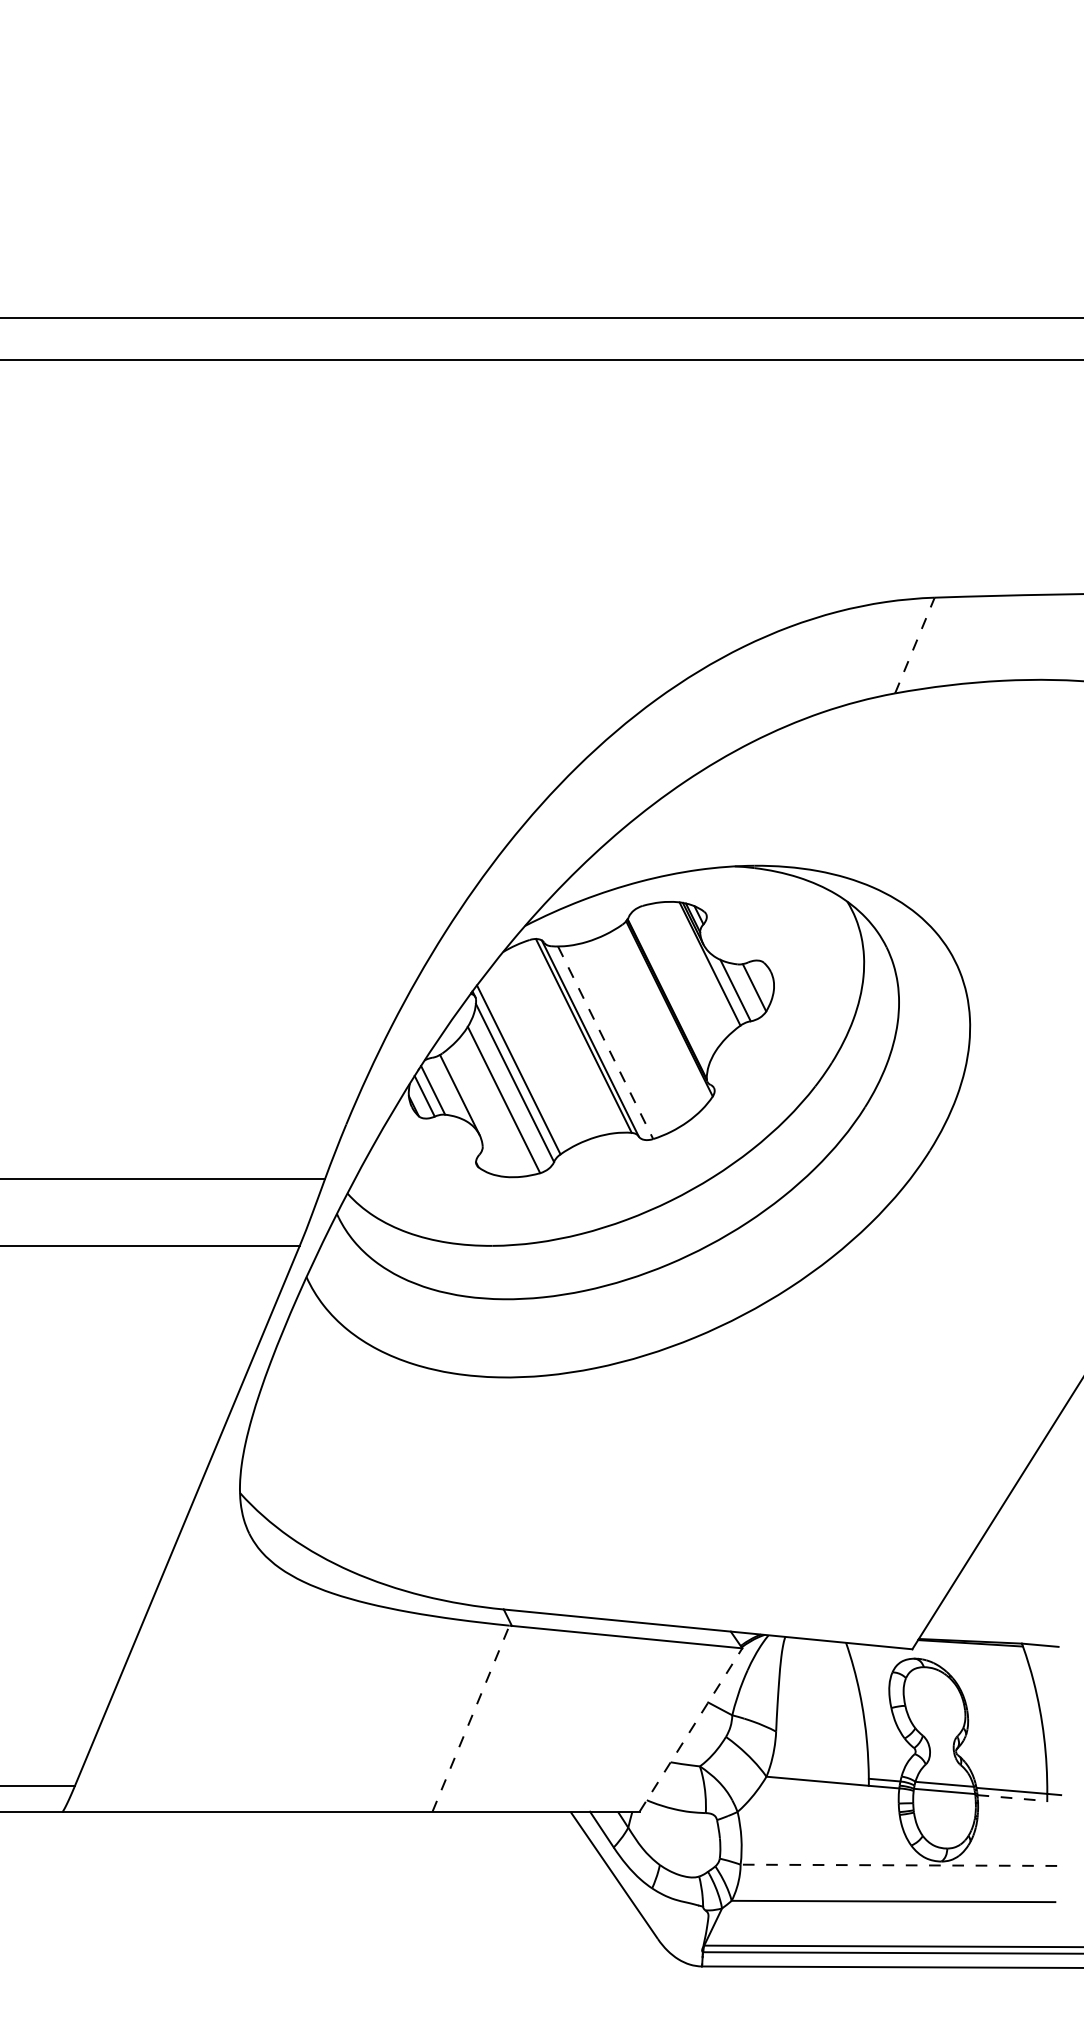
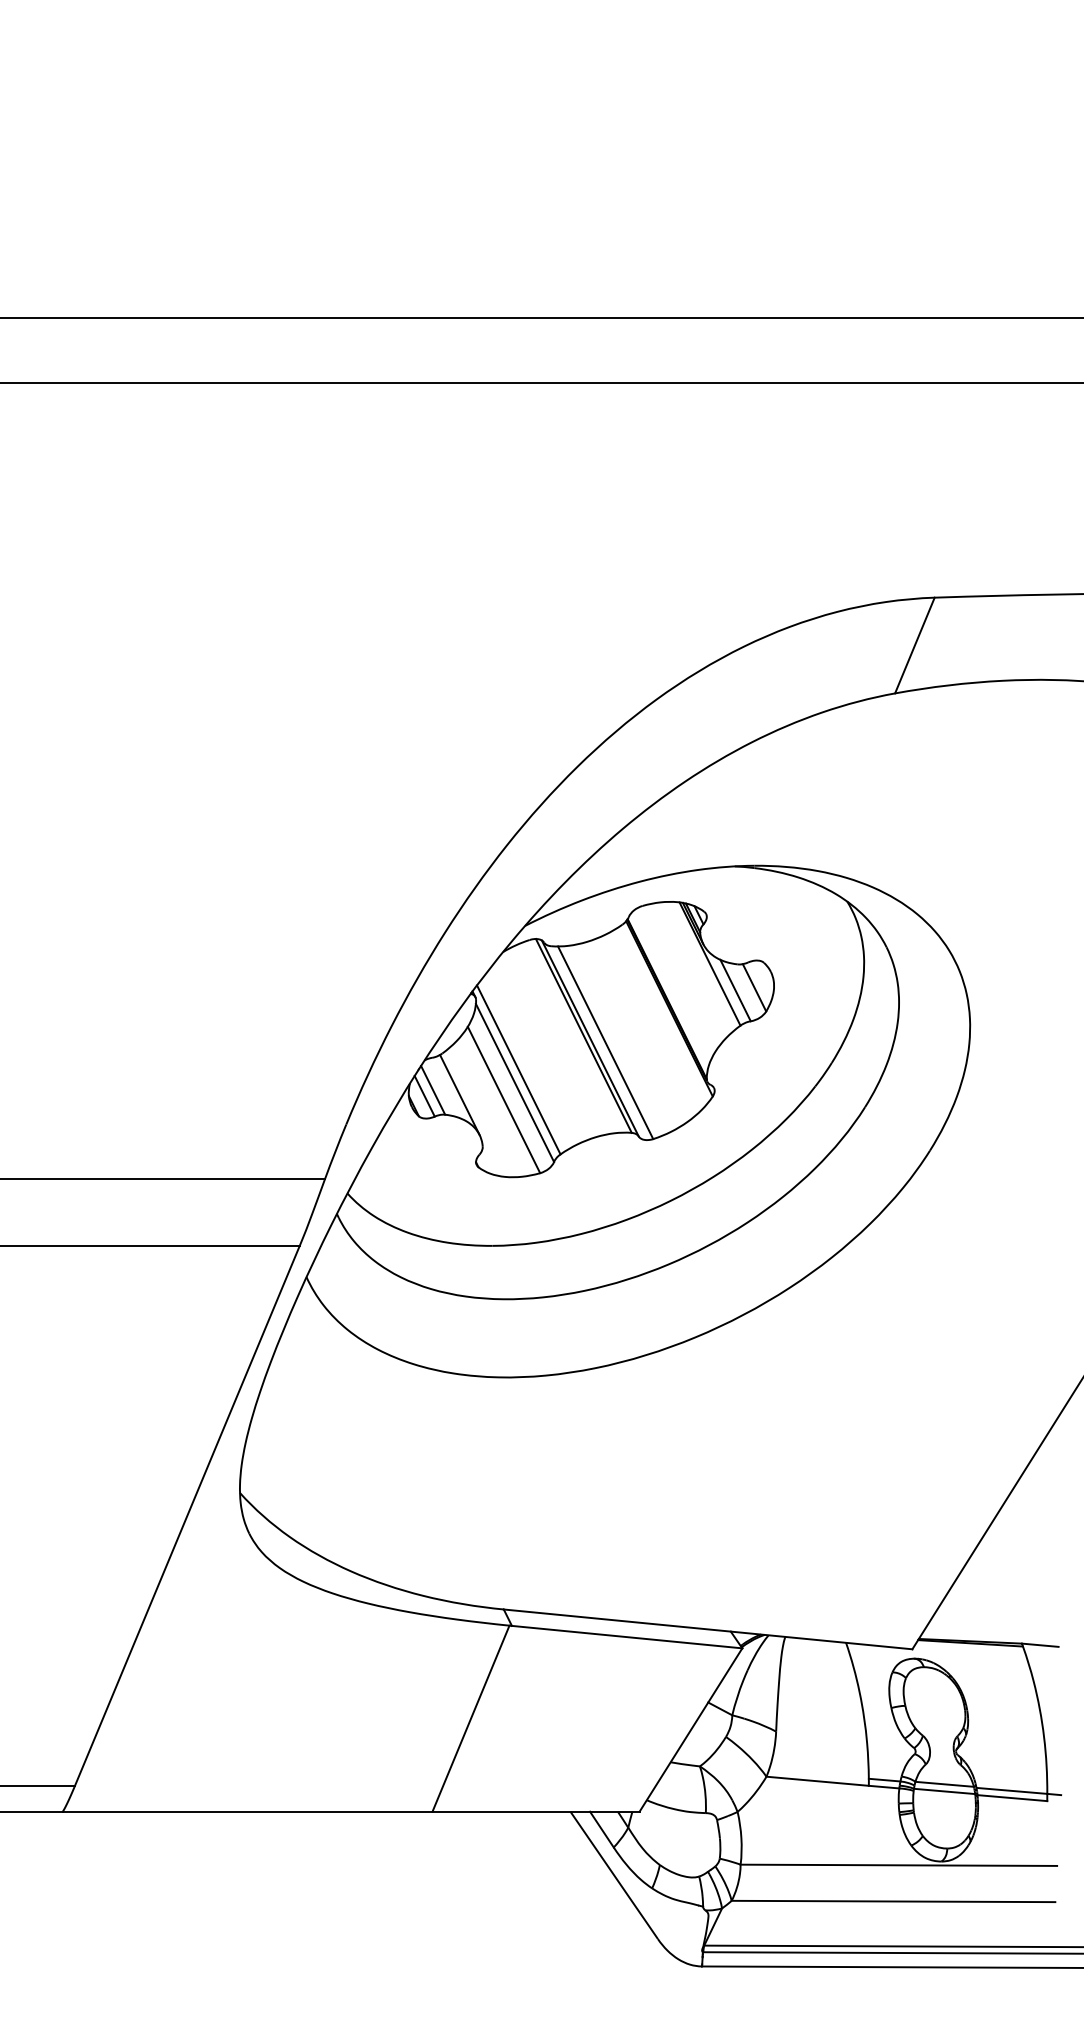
line at (541, 359) position: (541, 359) -> (541, 382)
line at (914, 645): dashed -> solid
line at (605, 1043): dashed -> solid
line at (471, 1718): dashed -> solid
line at (691, 1729): dashed -> solid
line at (1012, 1798): dashed -> solid
line at (898, 1865): dashed -> solid
